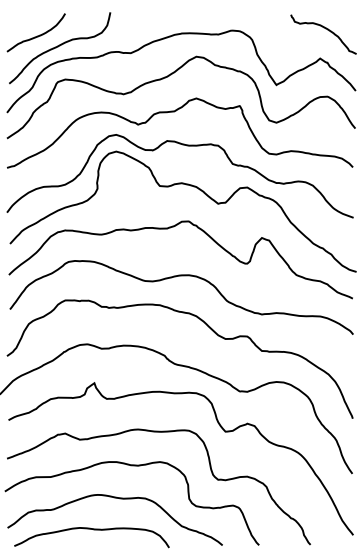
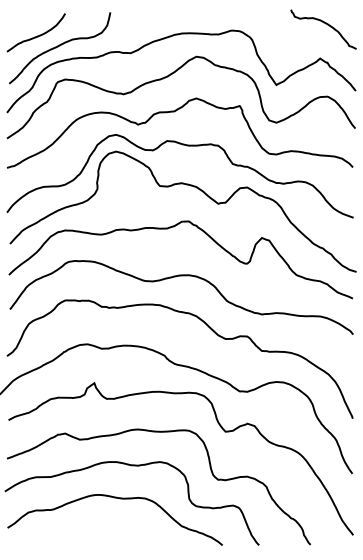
curve at (325, 29) position: (325, 29) -> (325, 24)
curve at (93, 530): present -> none
